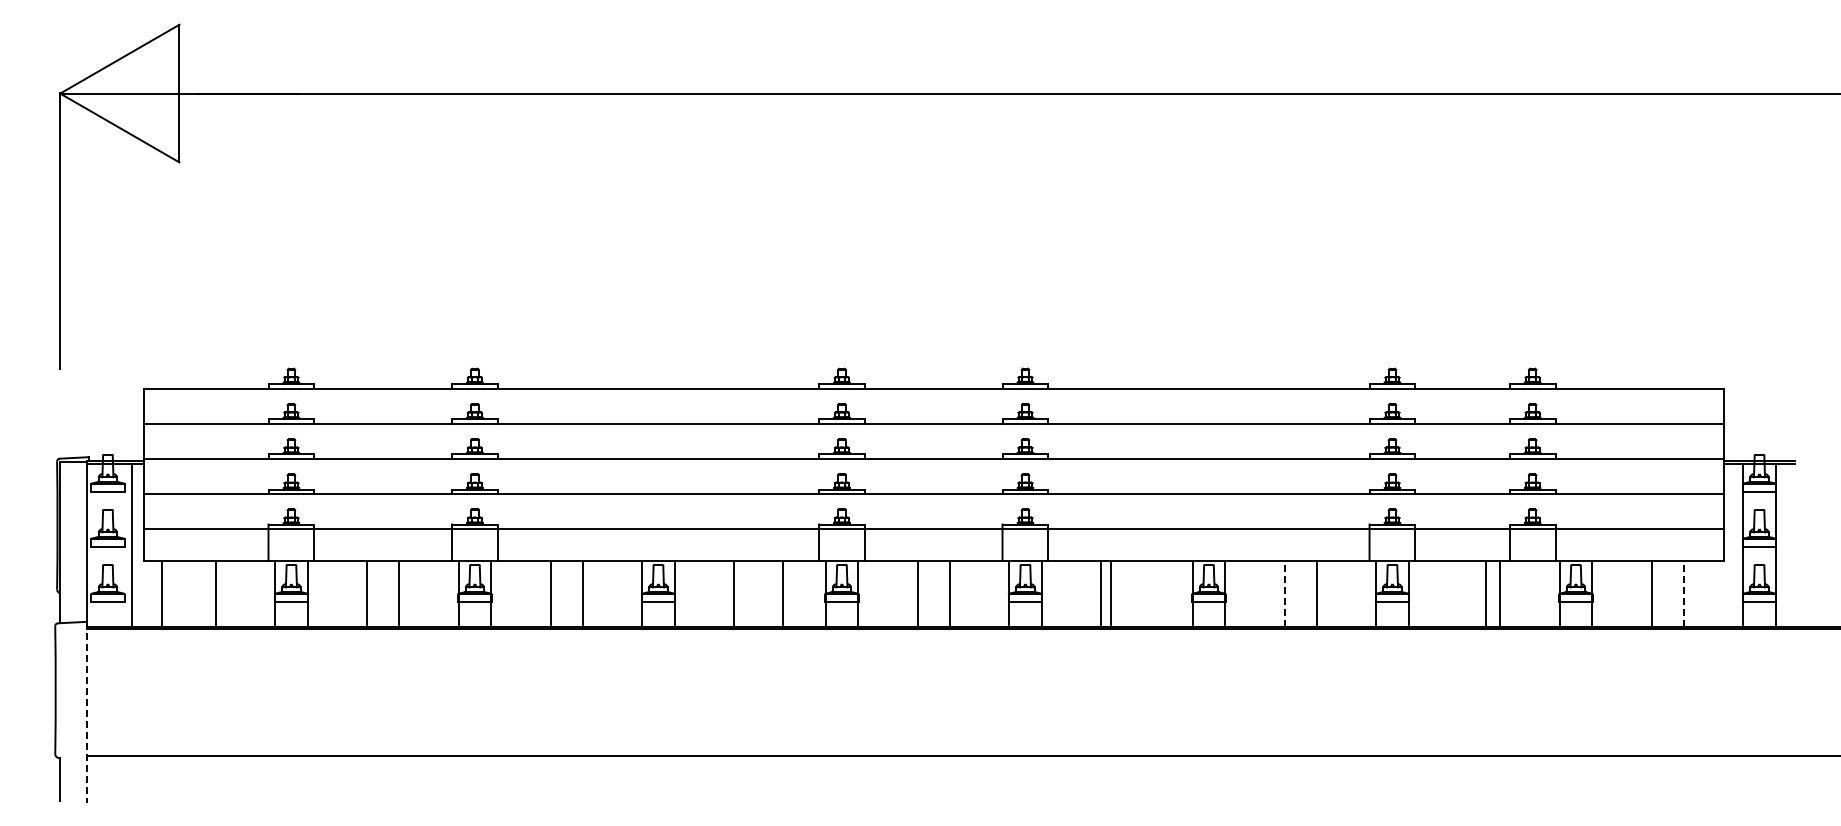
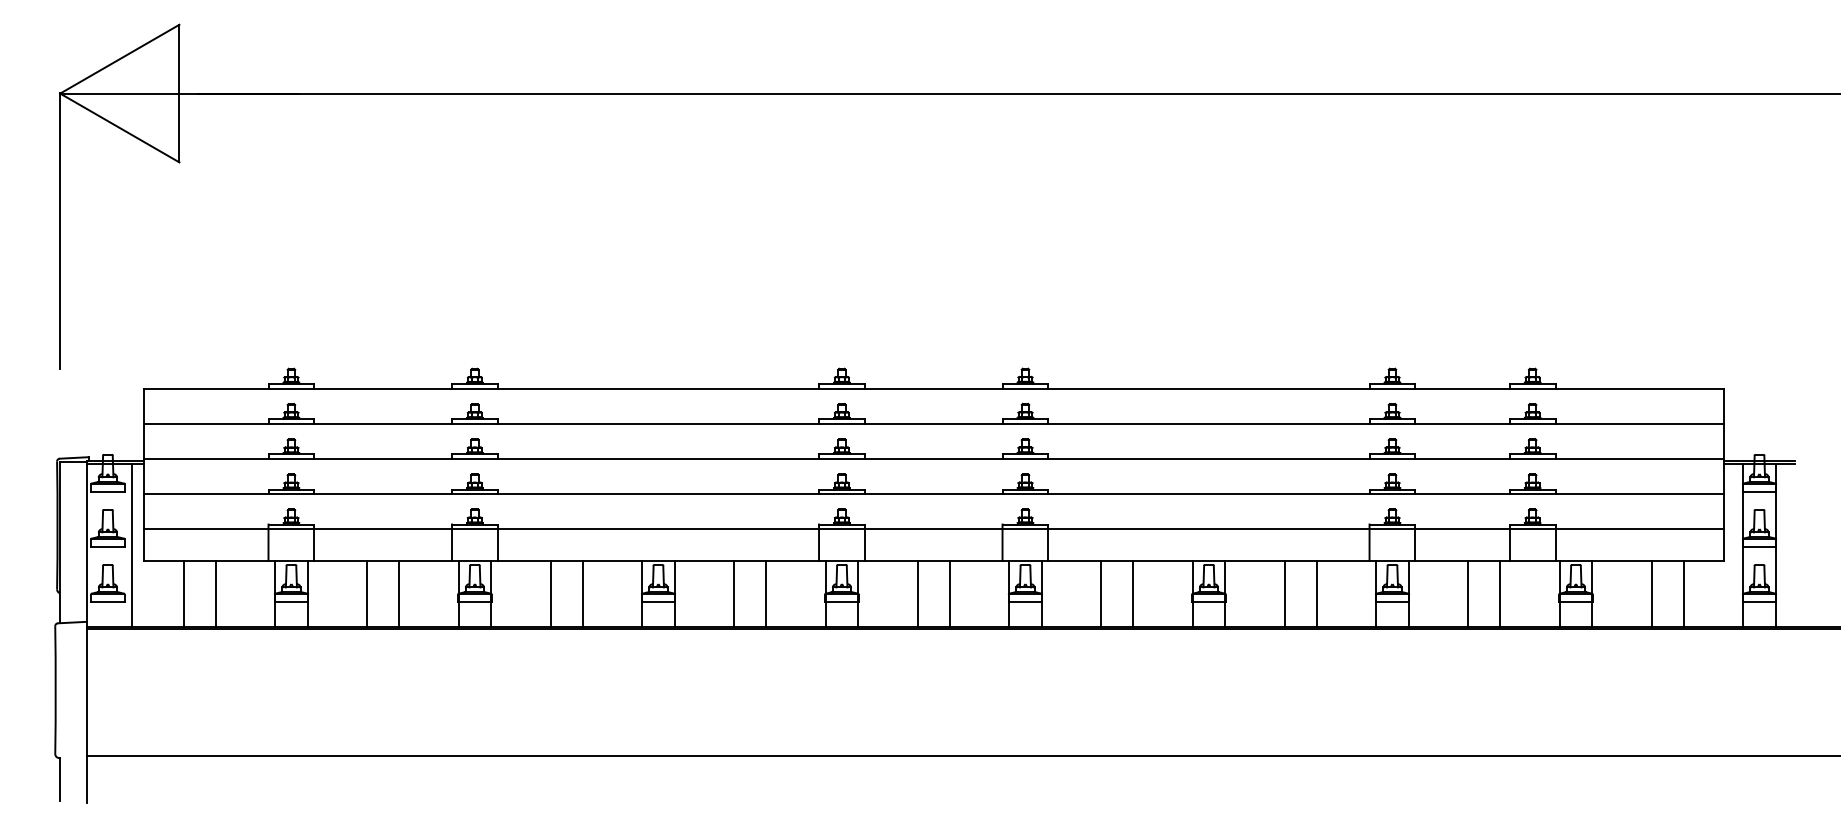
line at (161, 593) position: (161, 593) -> (183, 593)
line at (783, 593) position: (783, 593) -> (766, 593)
line at (1111, 593) position: (1111, 593) -> (1133, 593)
line at (1284, 593): dashed -> solid
line at (1486, 593) position: (1486, 593) -> (1468, 593)
line at (1683, 593): dashed -> solid
line at (86, 712): dashed -> solid
